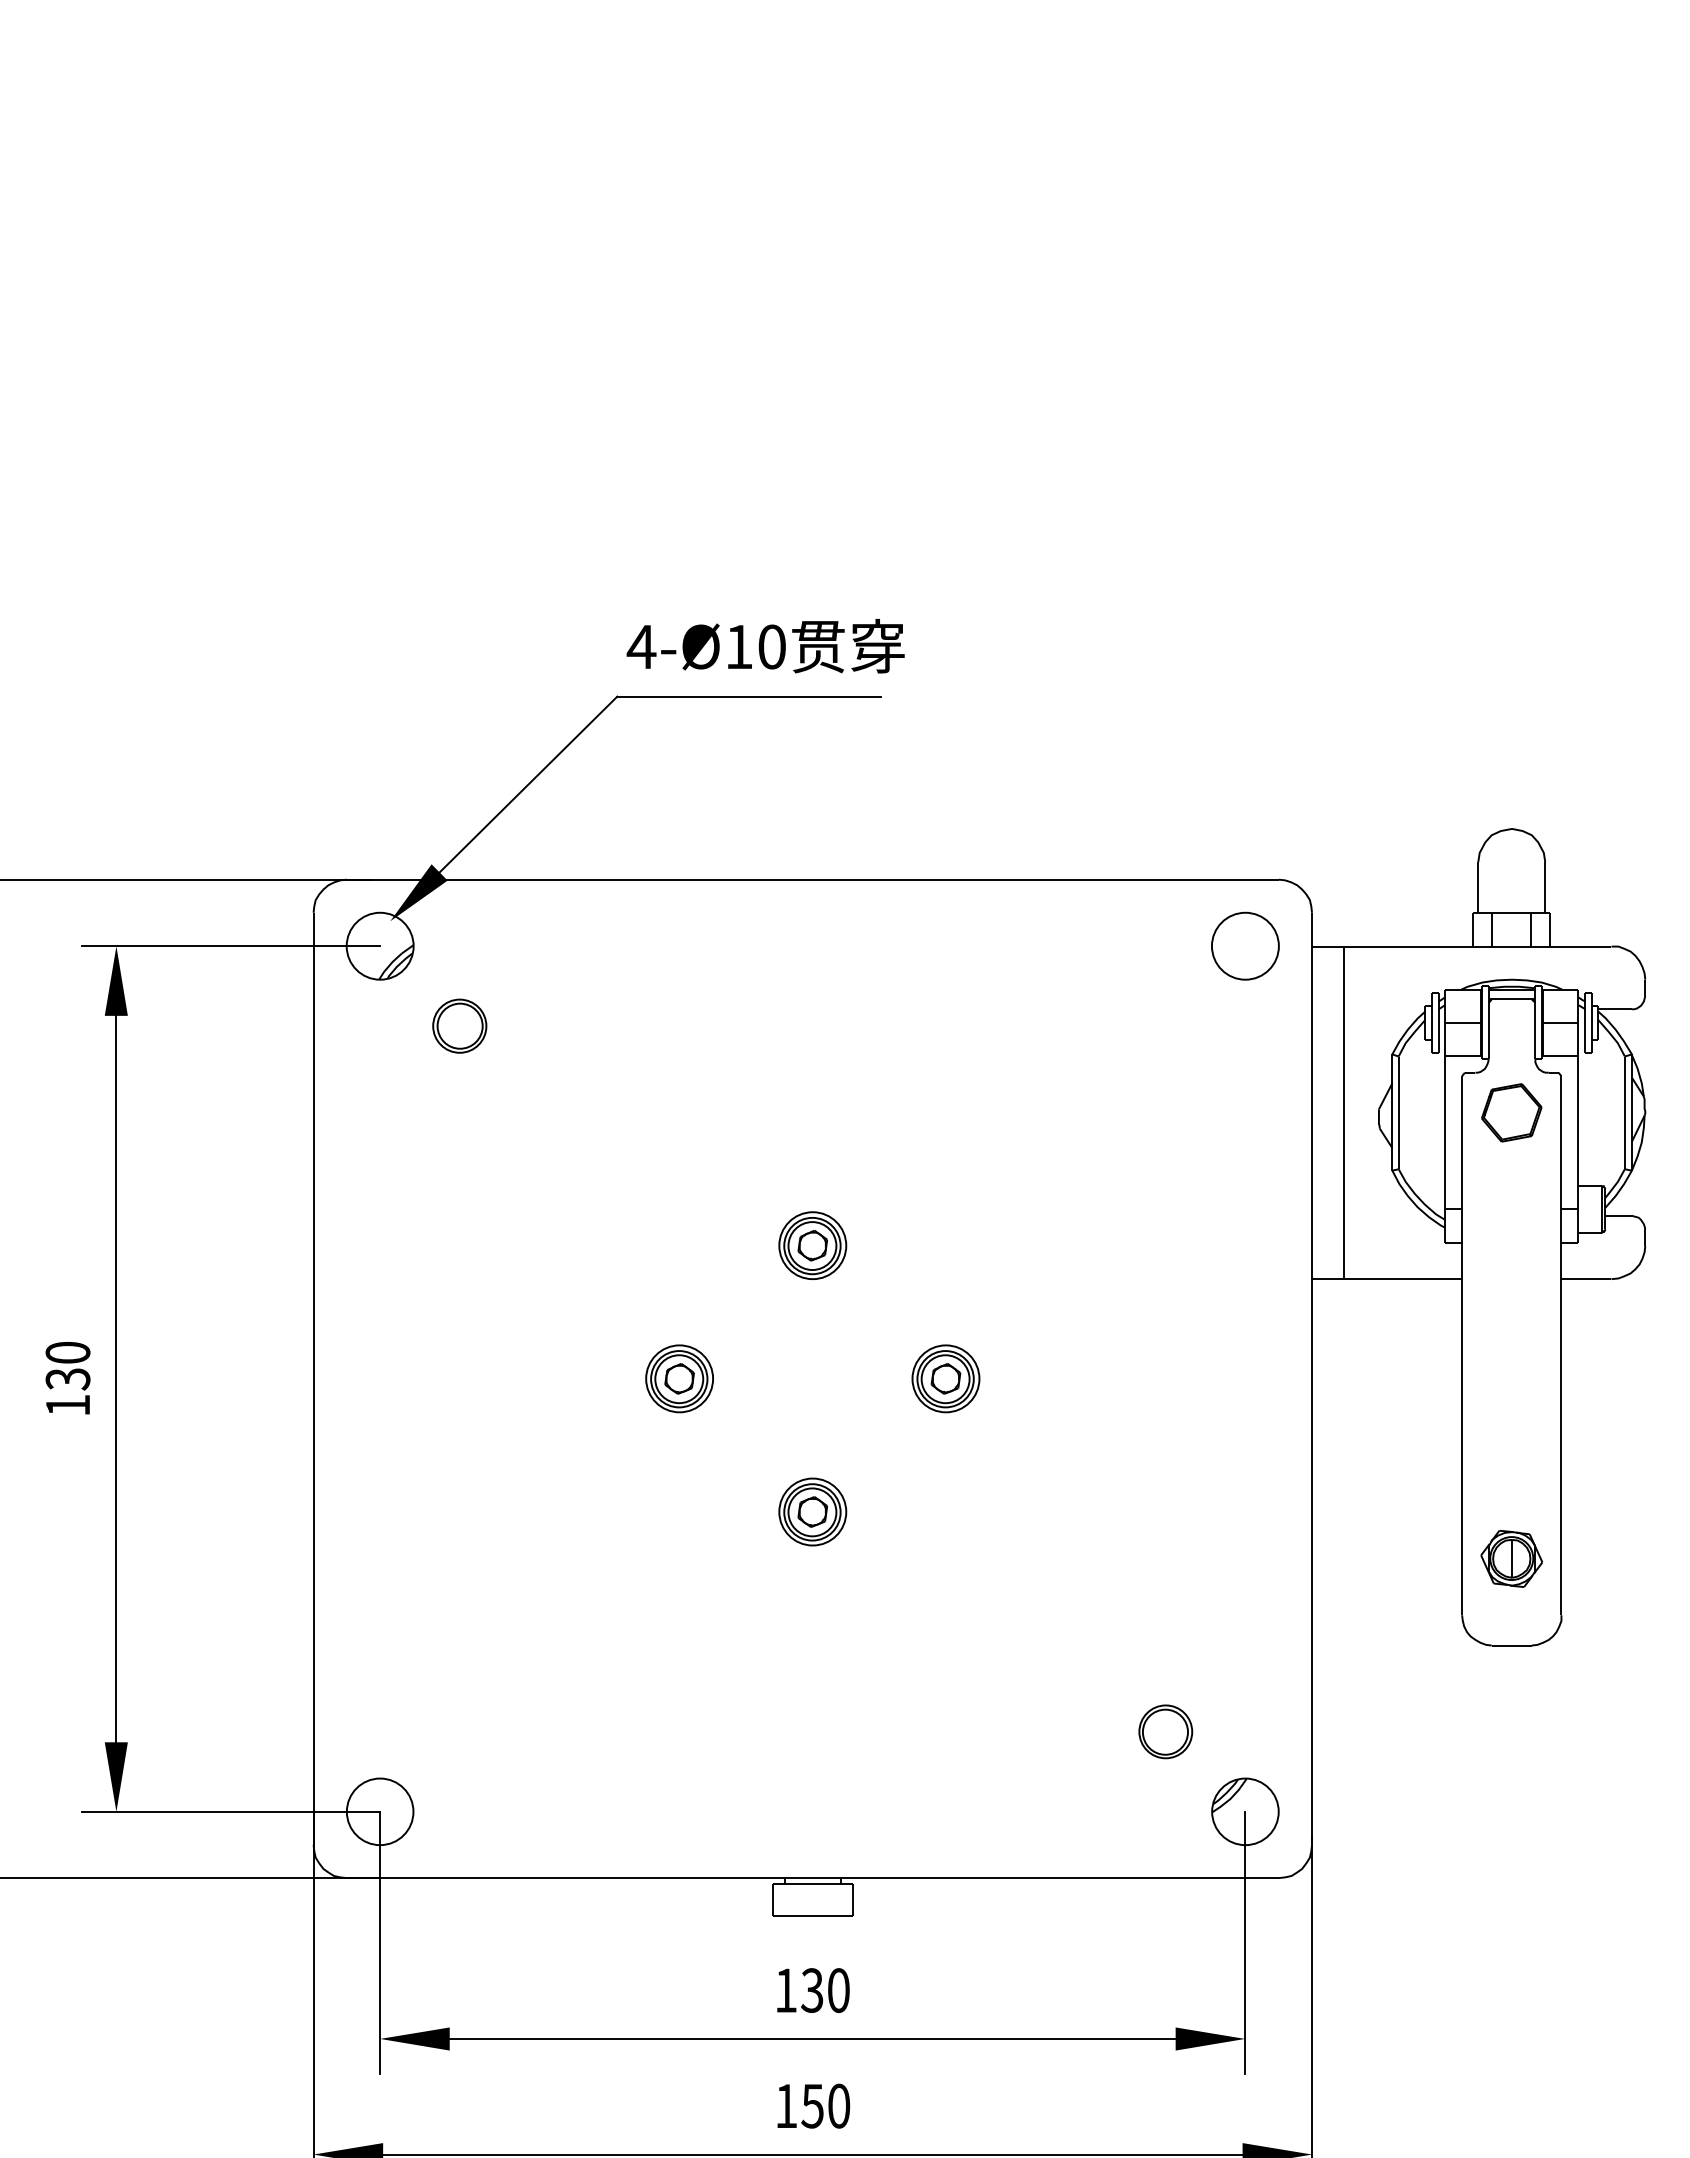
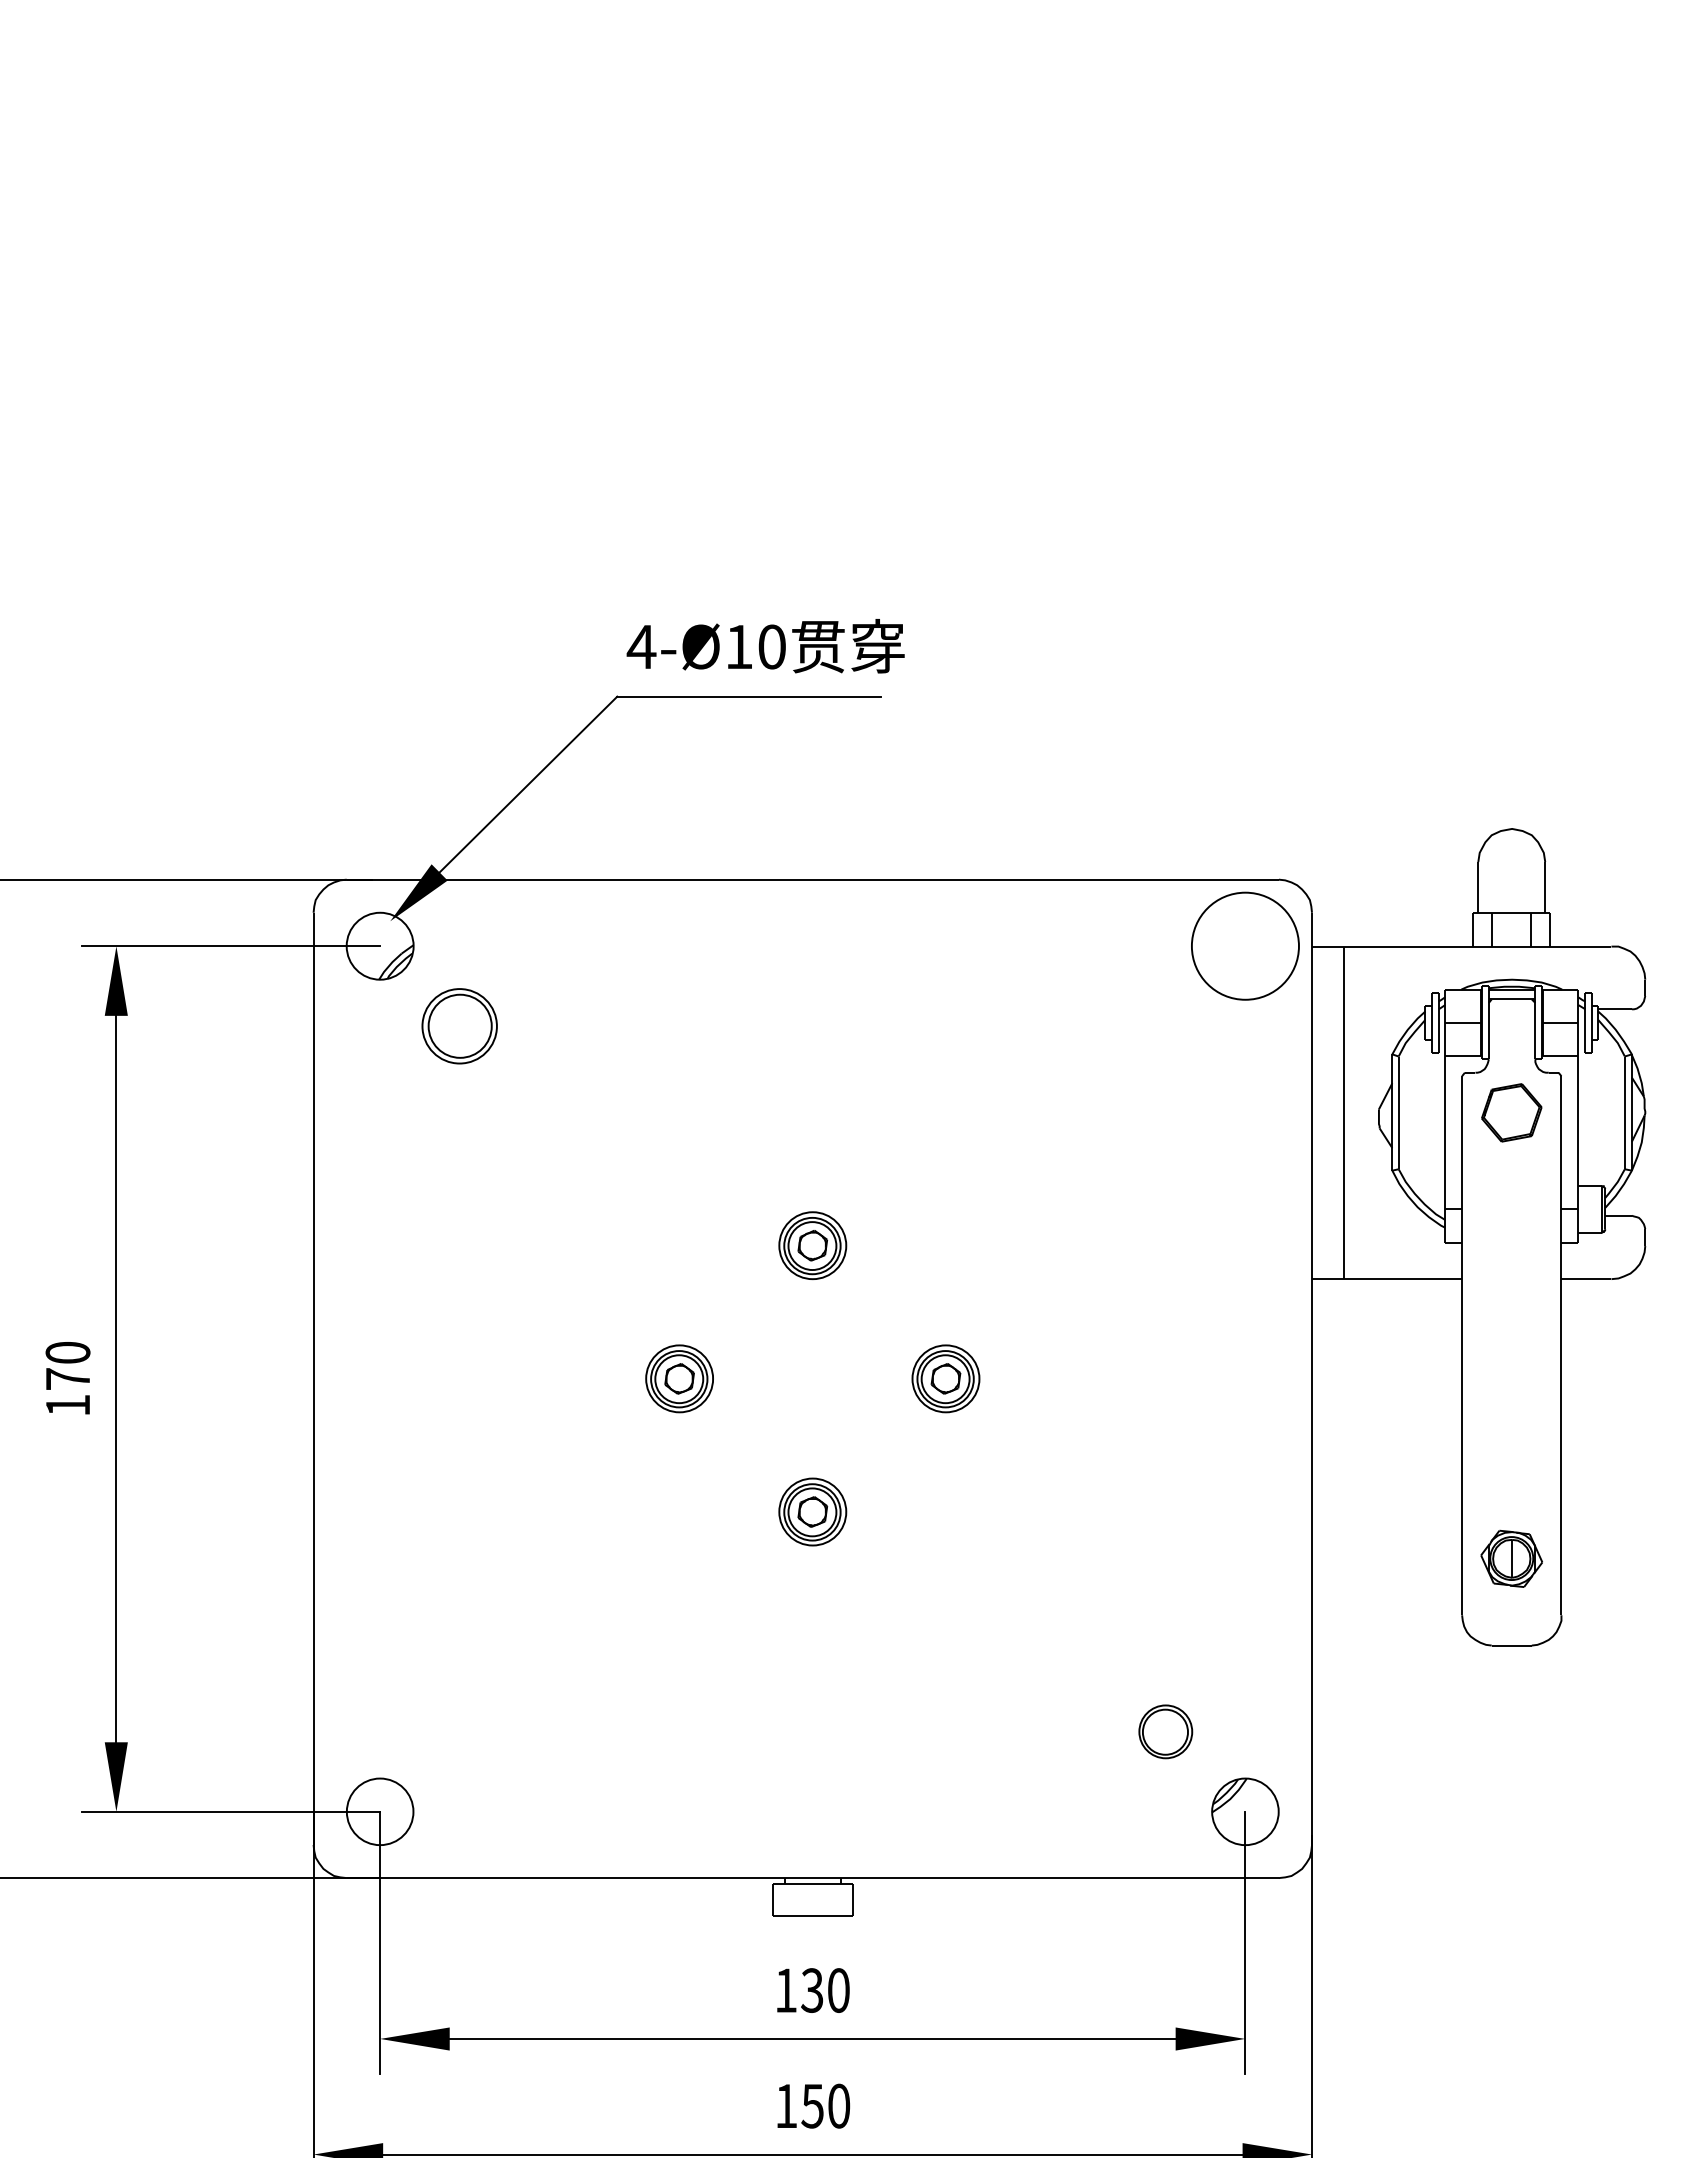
circle at (1244, 945) diameter: 67 px -> 107 px
part at (459, 1025) size: 56x56 px -> 77x77 px
text at (67, 1379): 130 -> 170
